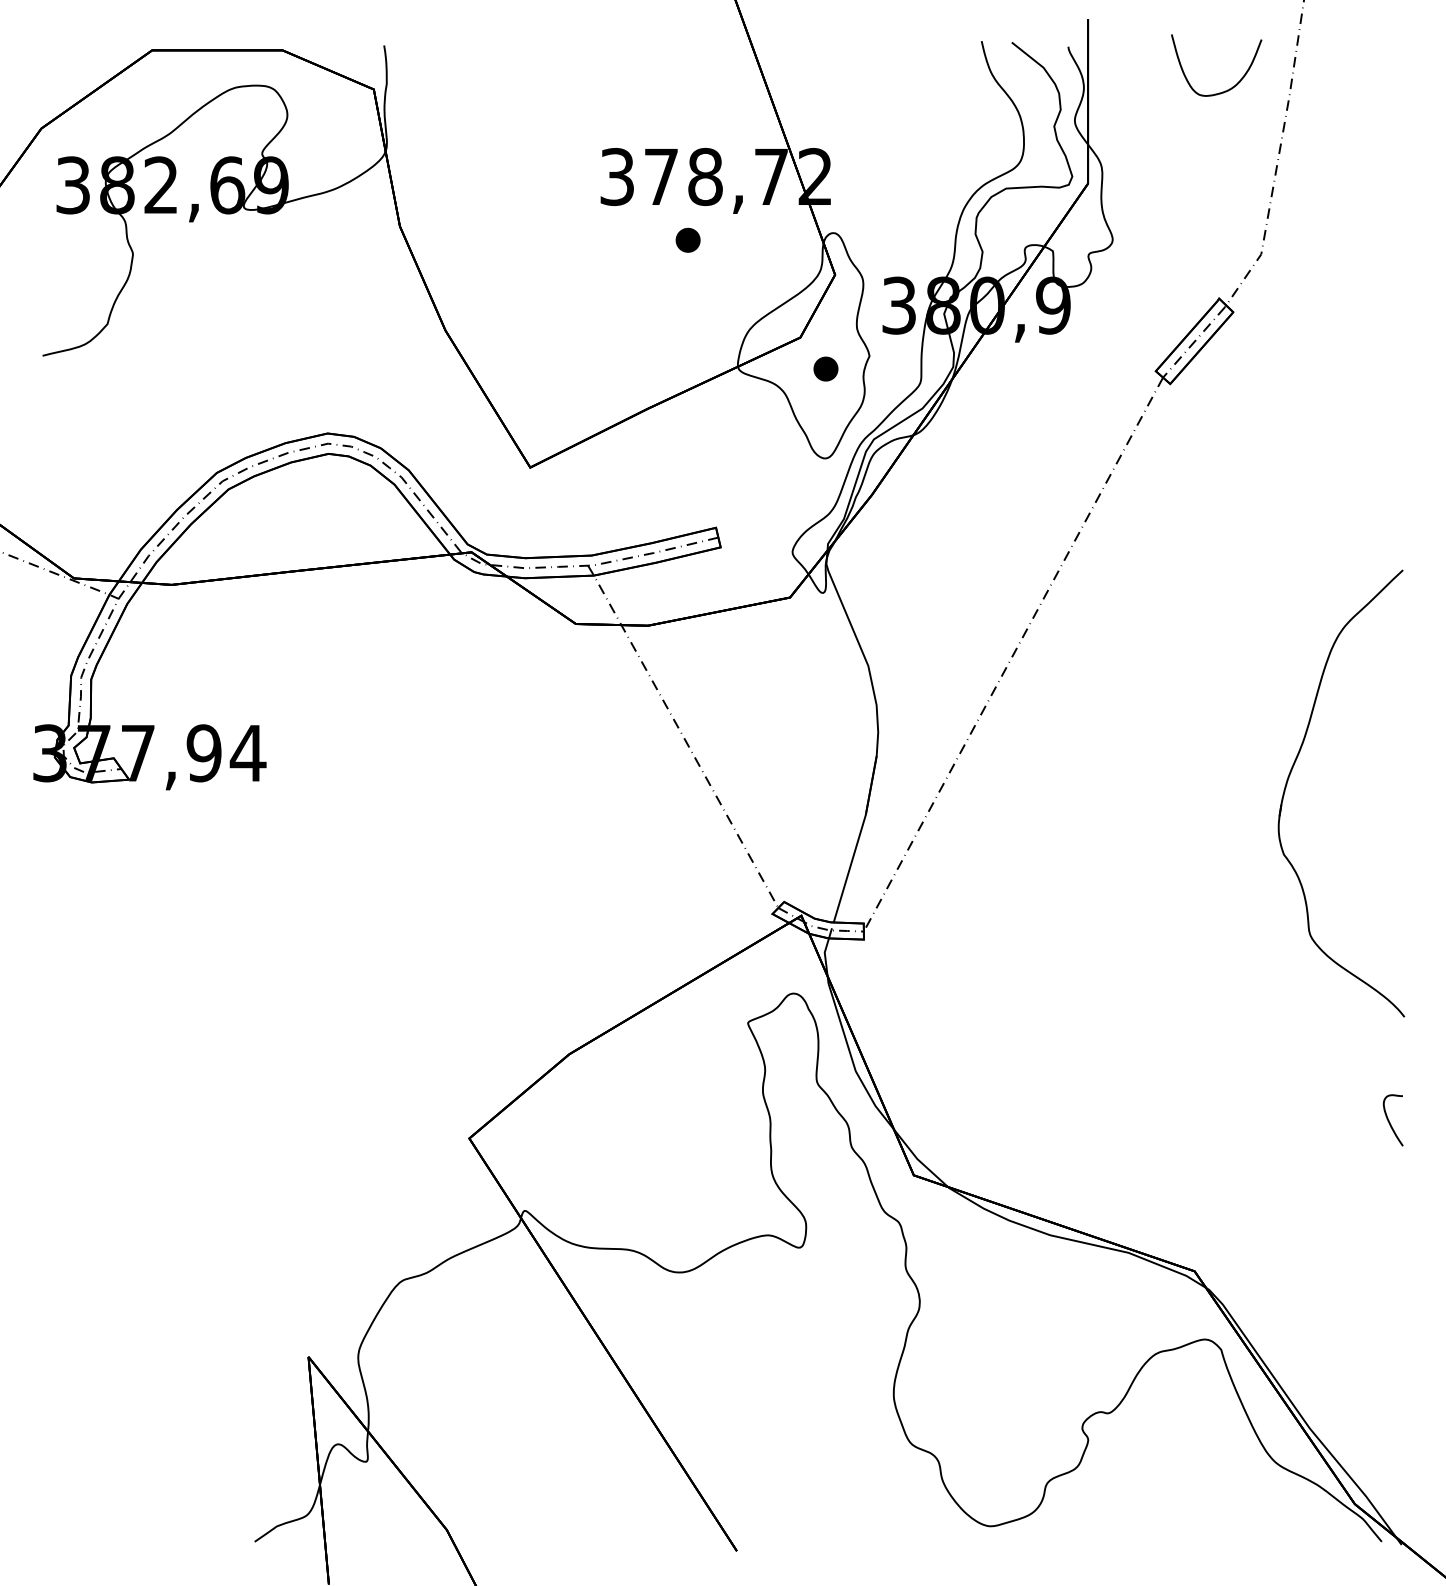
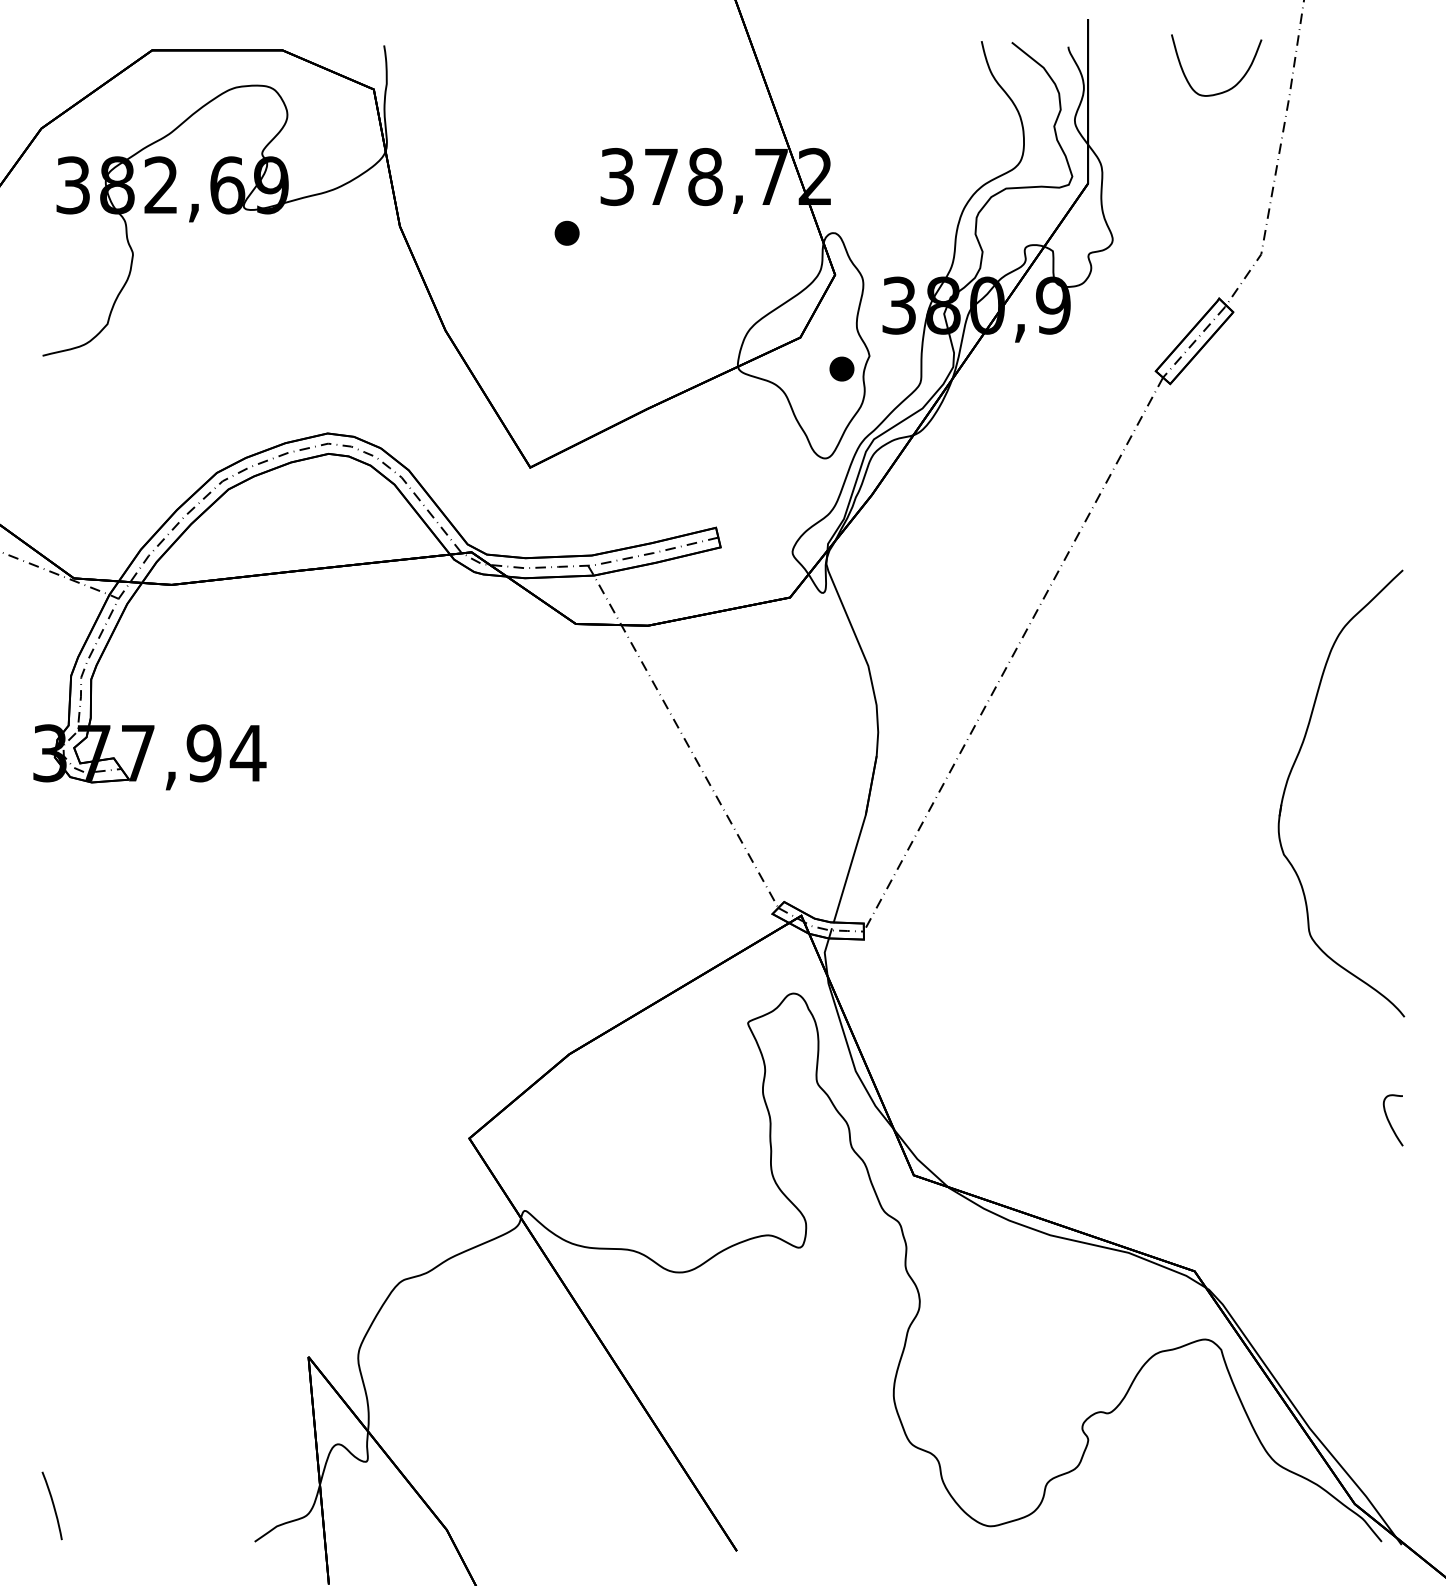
part at (687, 239) position: (687, 239) -> (566, 232)
part at (825, 368) position: (825, 368) -> (841, 368)
curve at (52, 1505): none -> present
